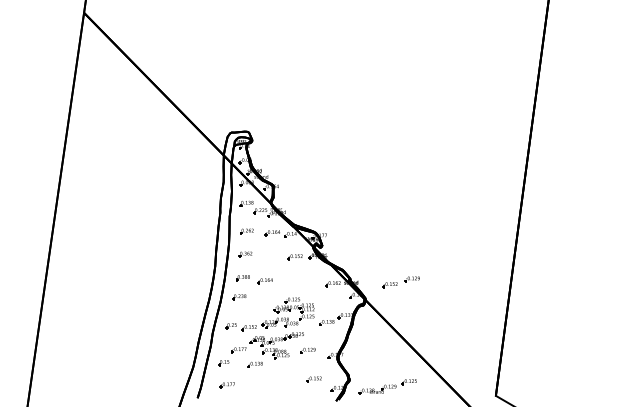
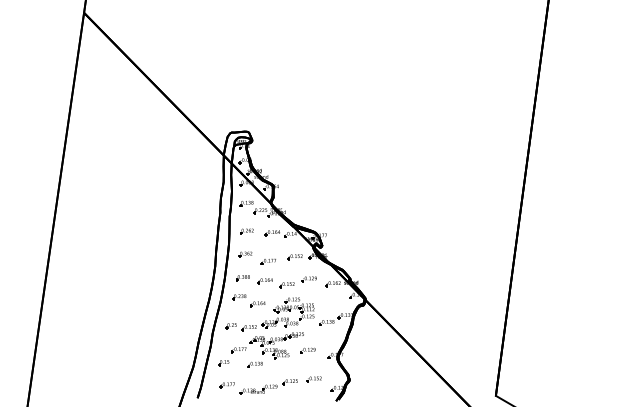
part at (267, 261): none -> present
part at (400, 282) position: (400, 282) -> (297, 282)
part at (257, 304): none -> present
part at (387, 386) position: (387, 386) -> (268, 386)
